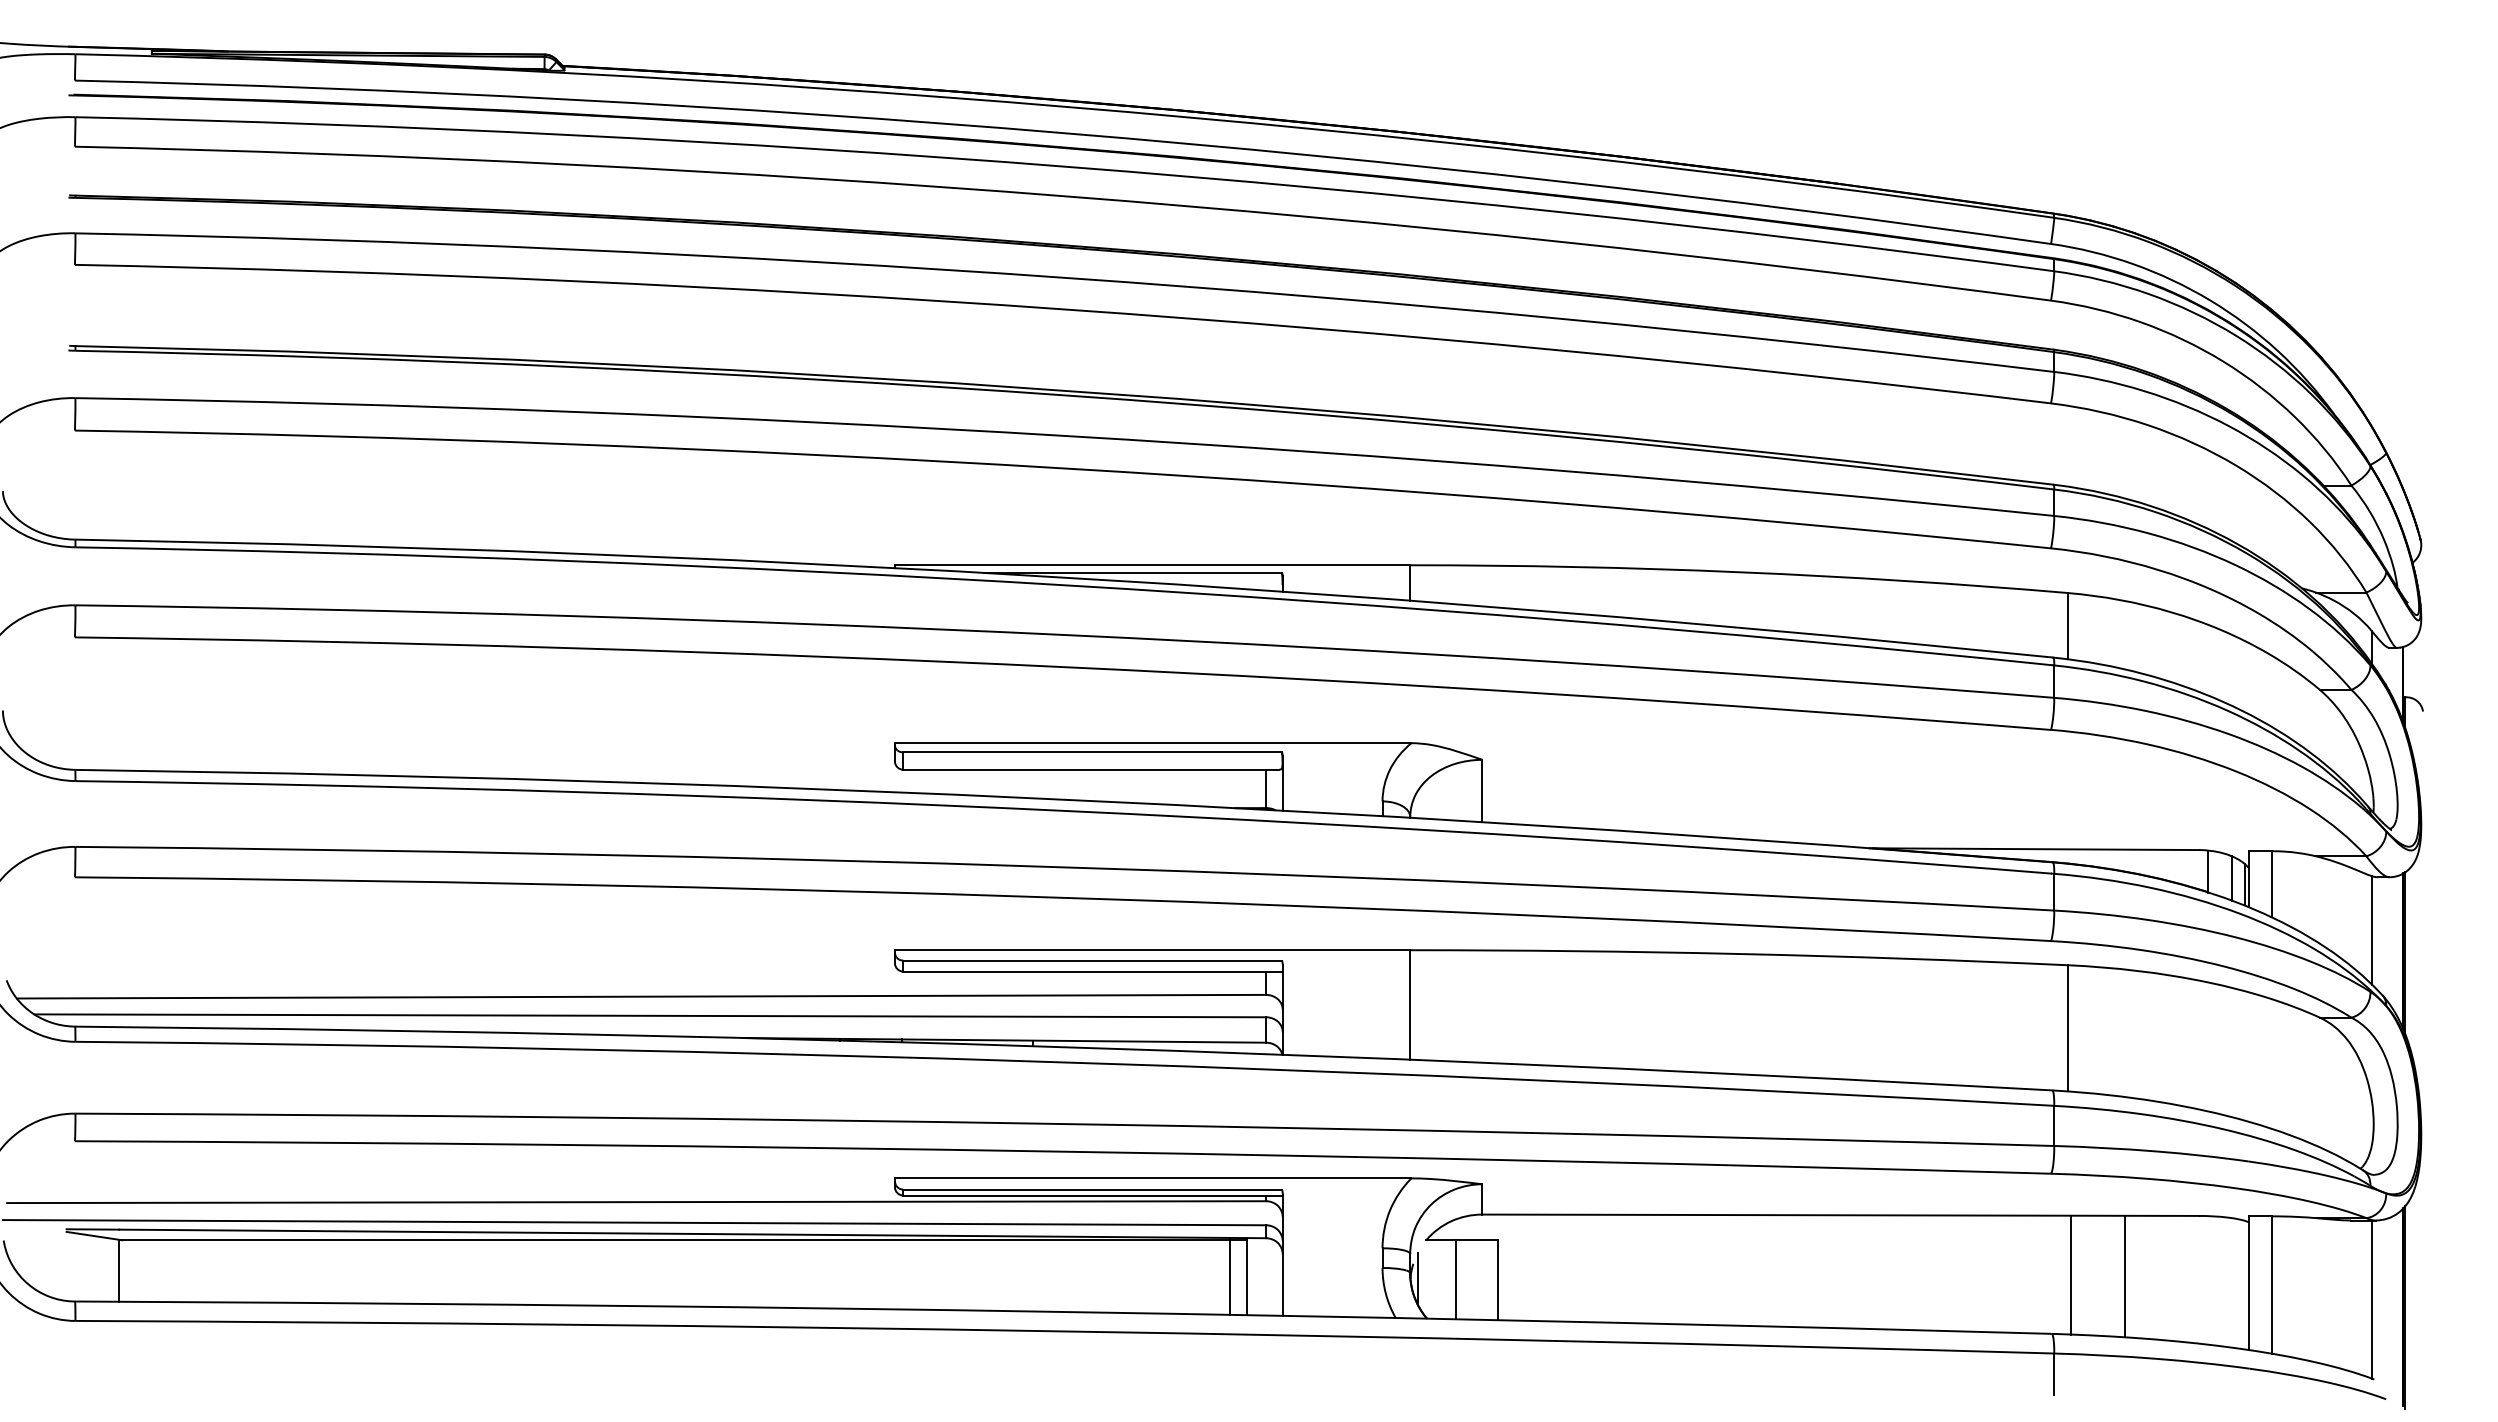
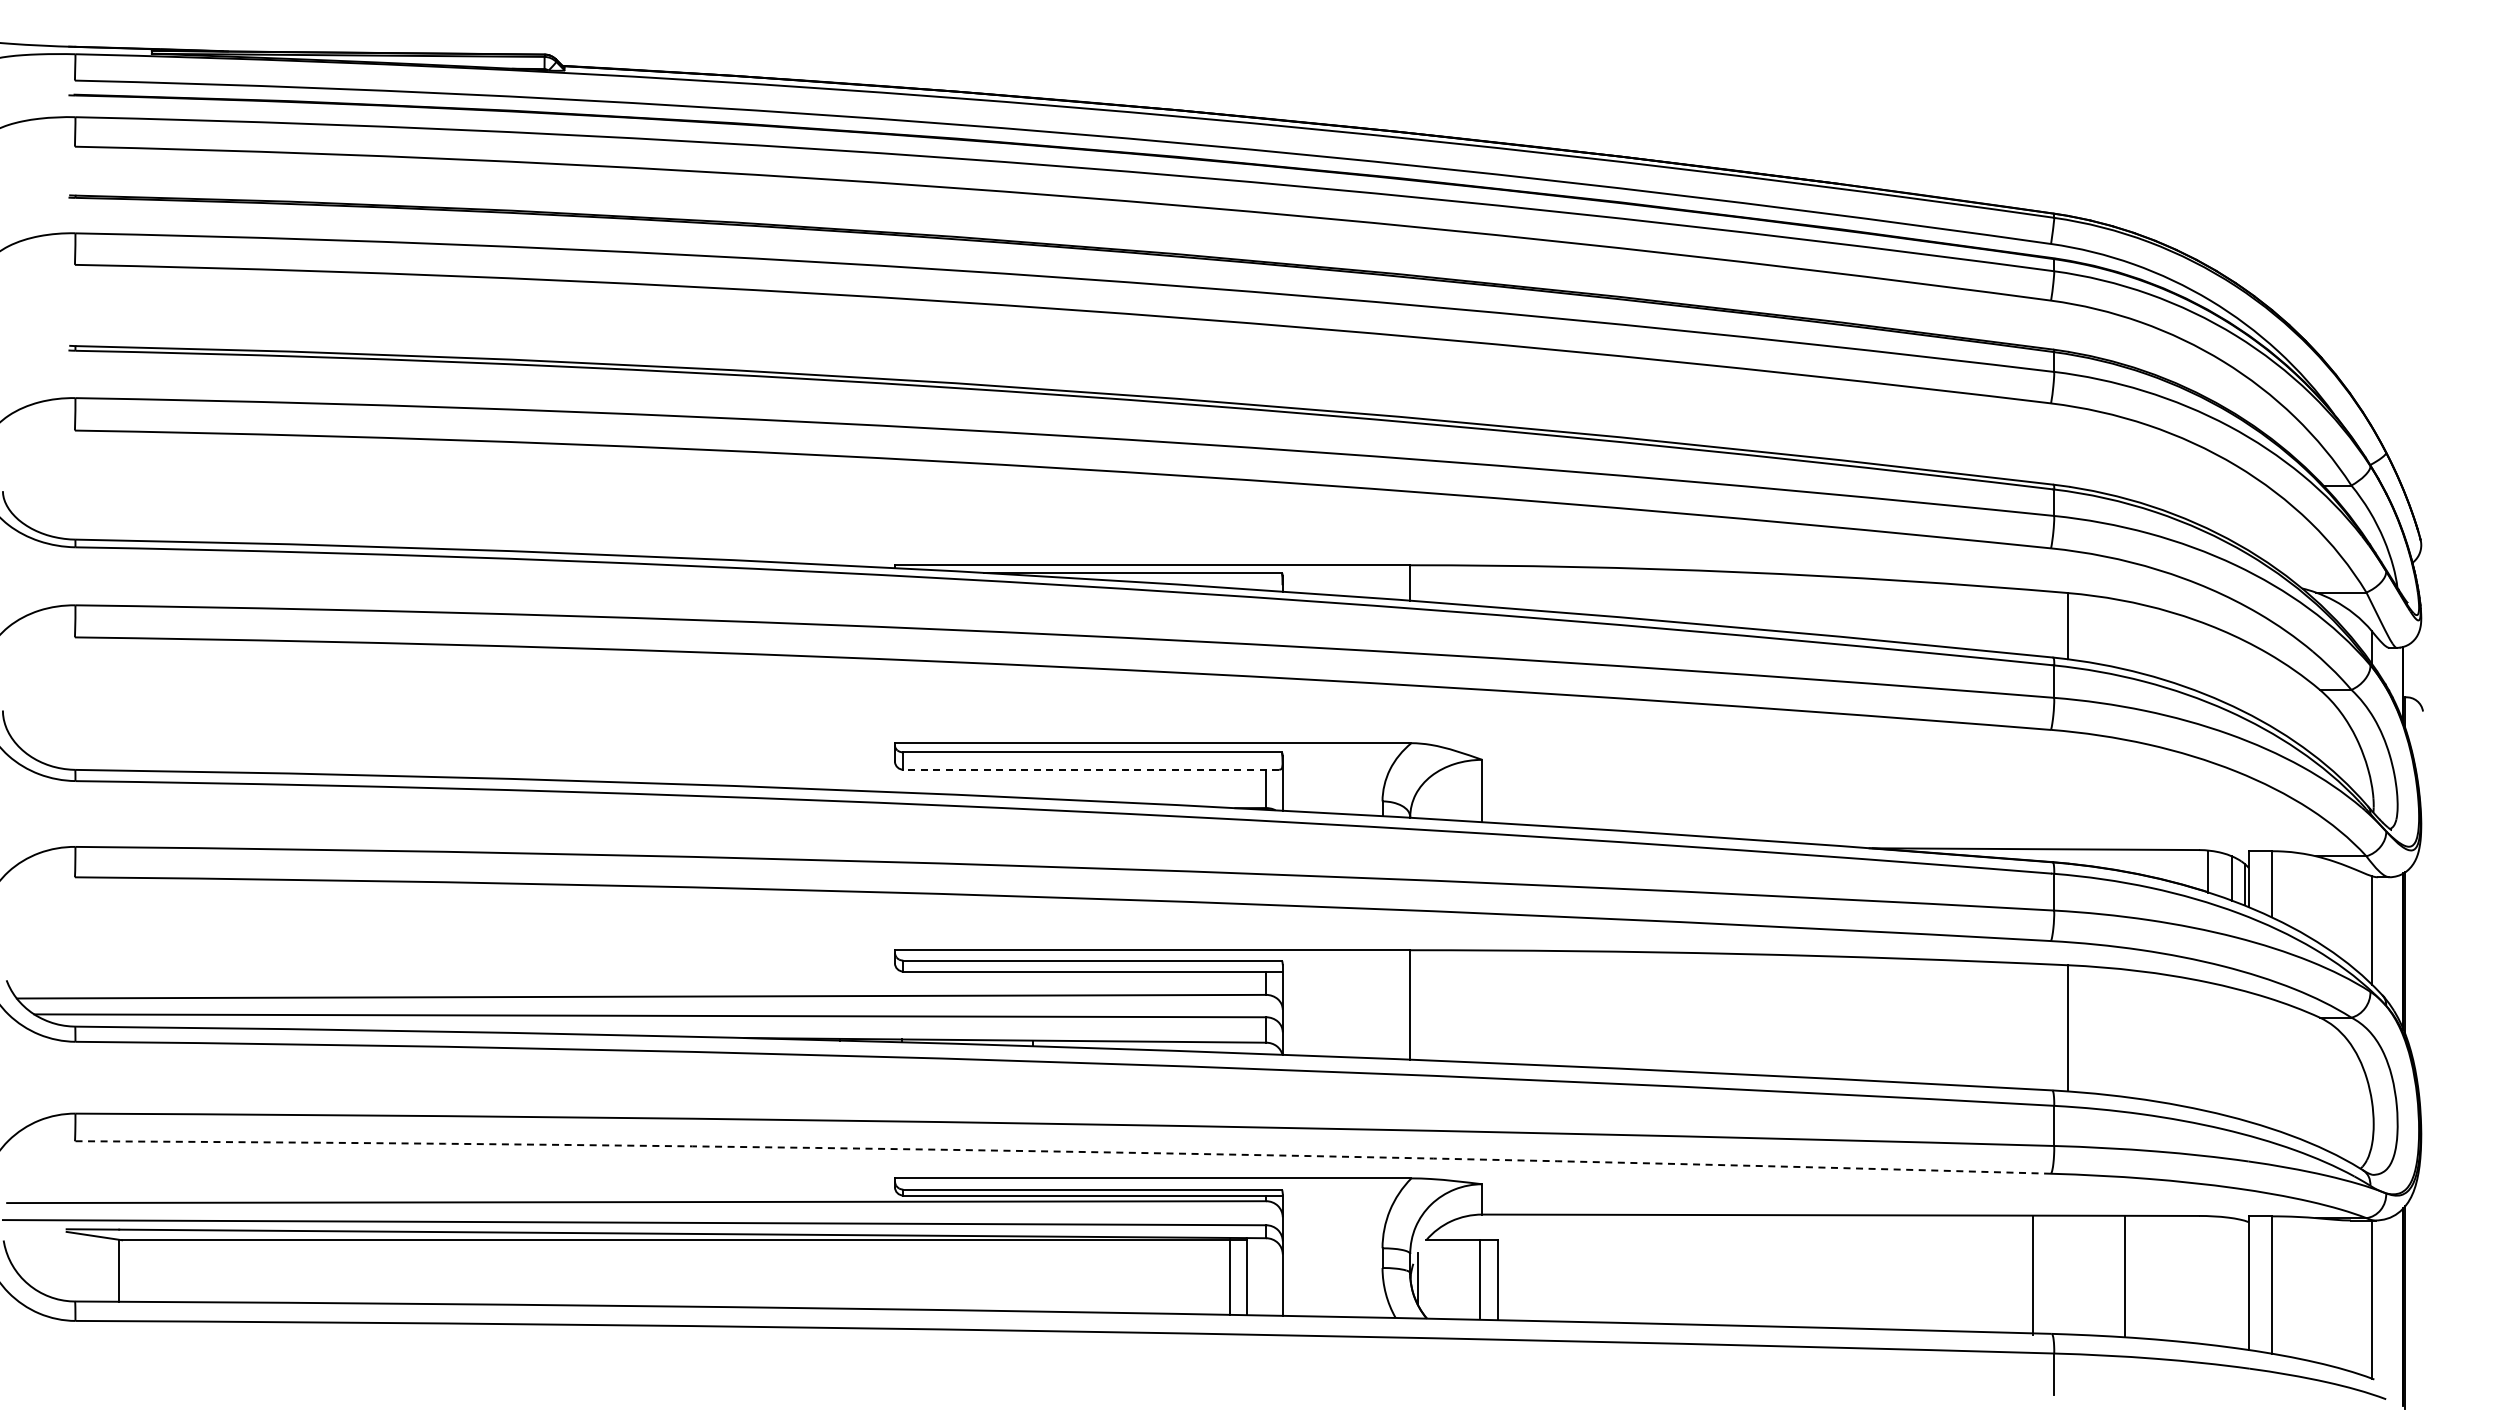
line at (1091, 769): solid -> dashed
arc at (1063, 1151): solid -> dashed
line at (2070, 1274) position: (2070, 1274) -> (2032, 1274)
line at (1455, 1279) position: (1455, 1279) -> (1479, 1279)
